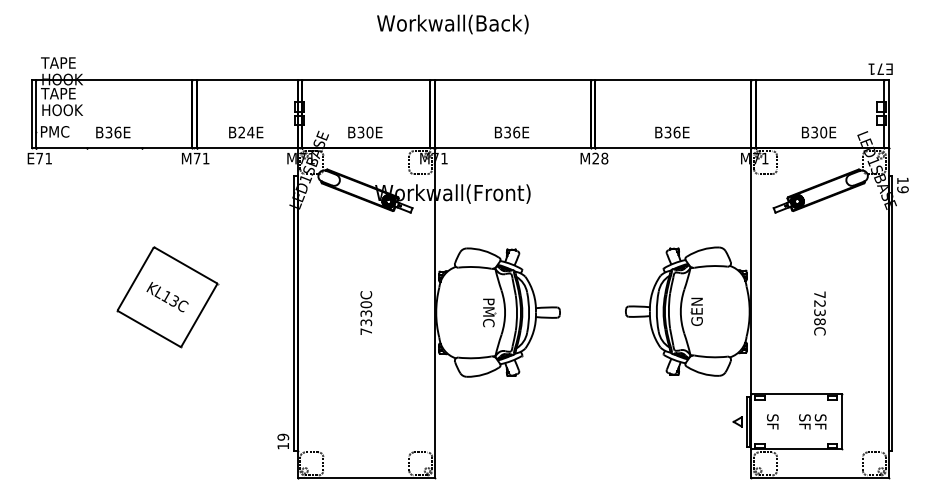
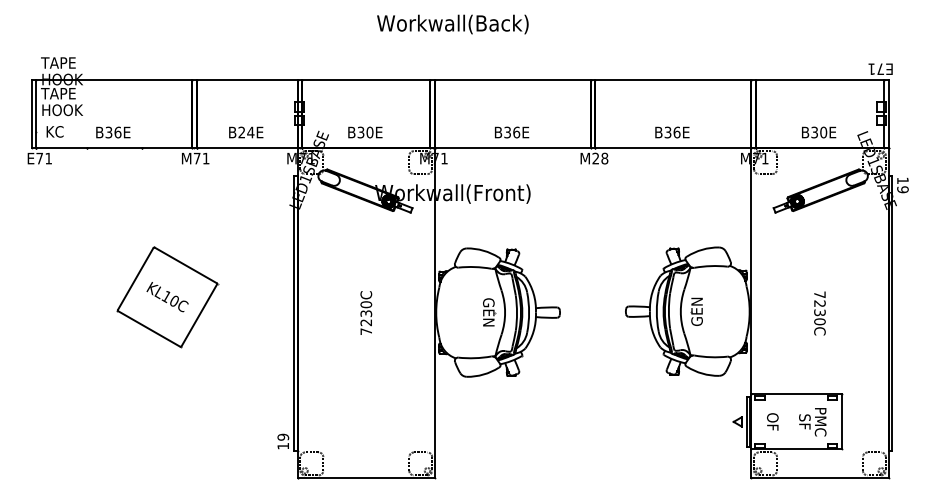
text at (55, 131): PMC -> KC
text at (174, 300): KL13C -> KL10C
text at (488, 312): PMC -> GEN
text at (819, 321): 7238C -> 7230C
text at (366, 322): 7330C -> 7230C
text at (772, 421): SF -> OF
text at (820, 422): SF -> PMC
